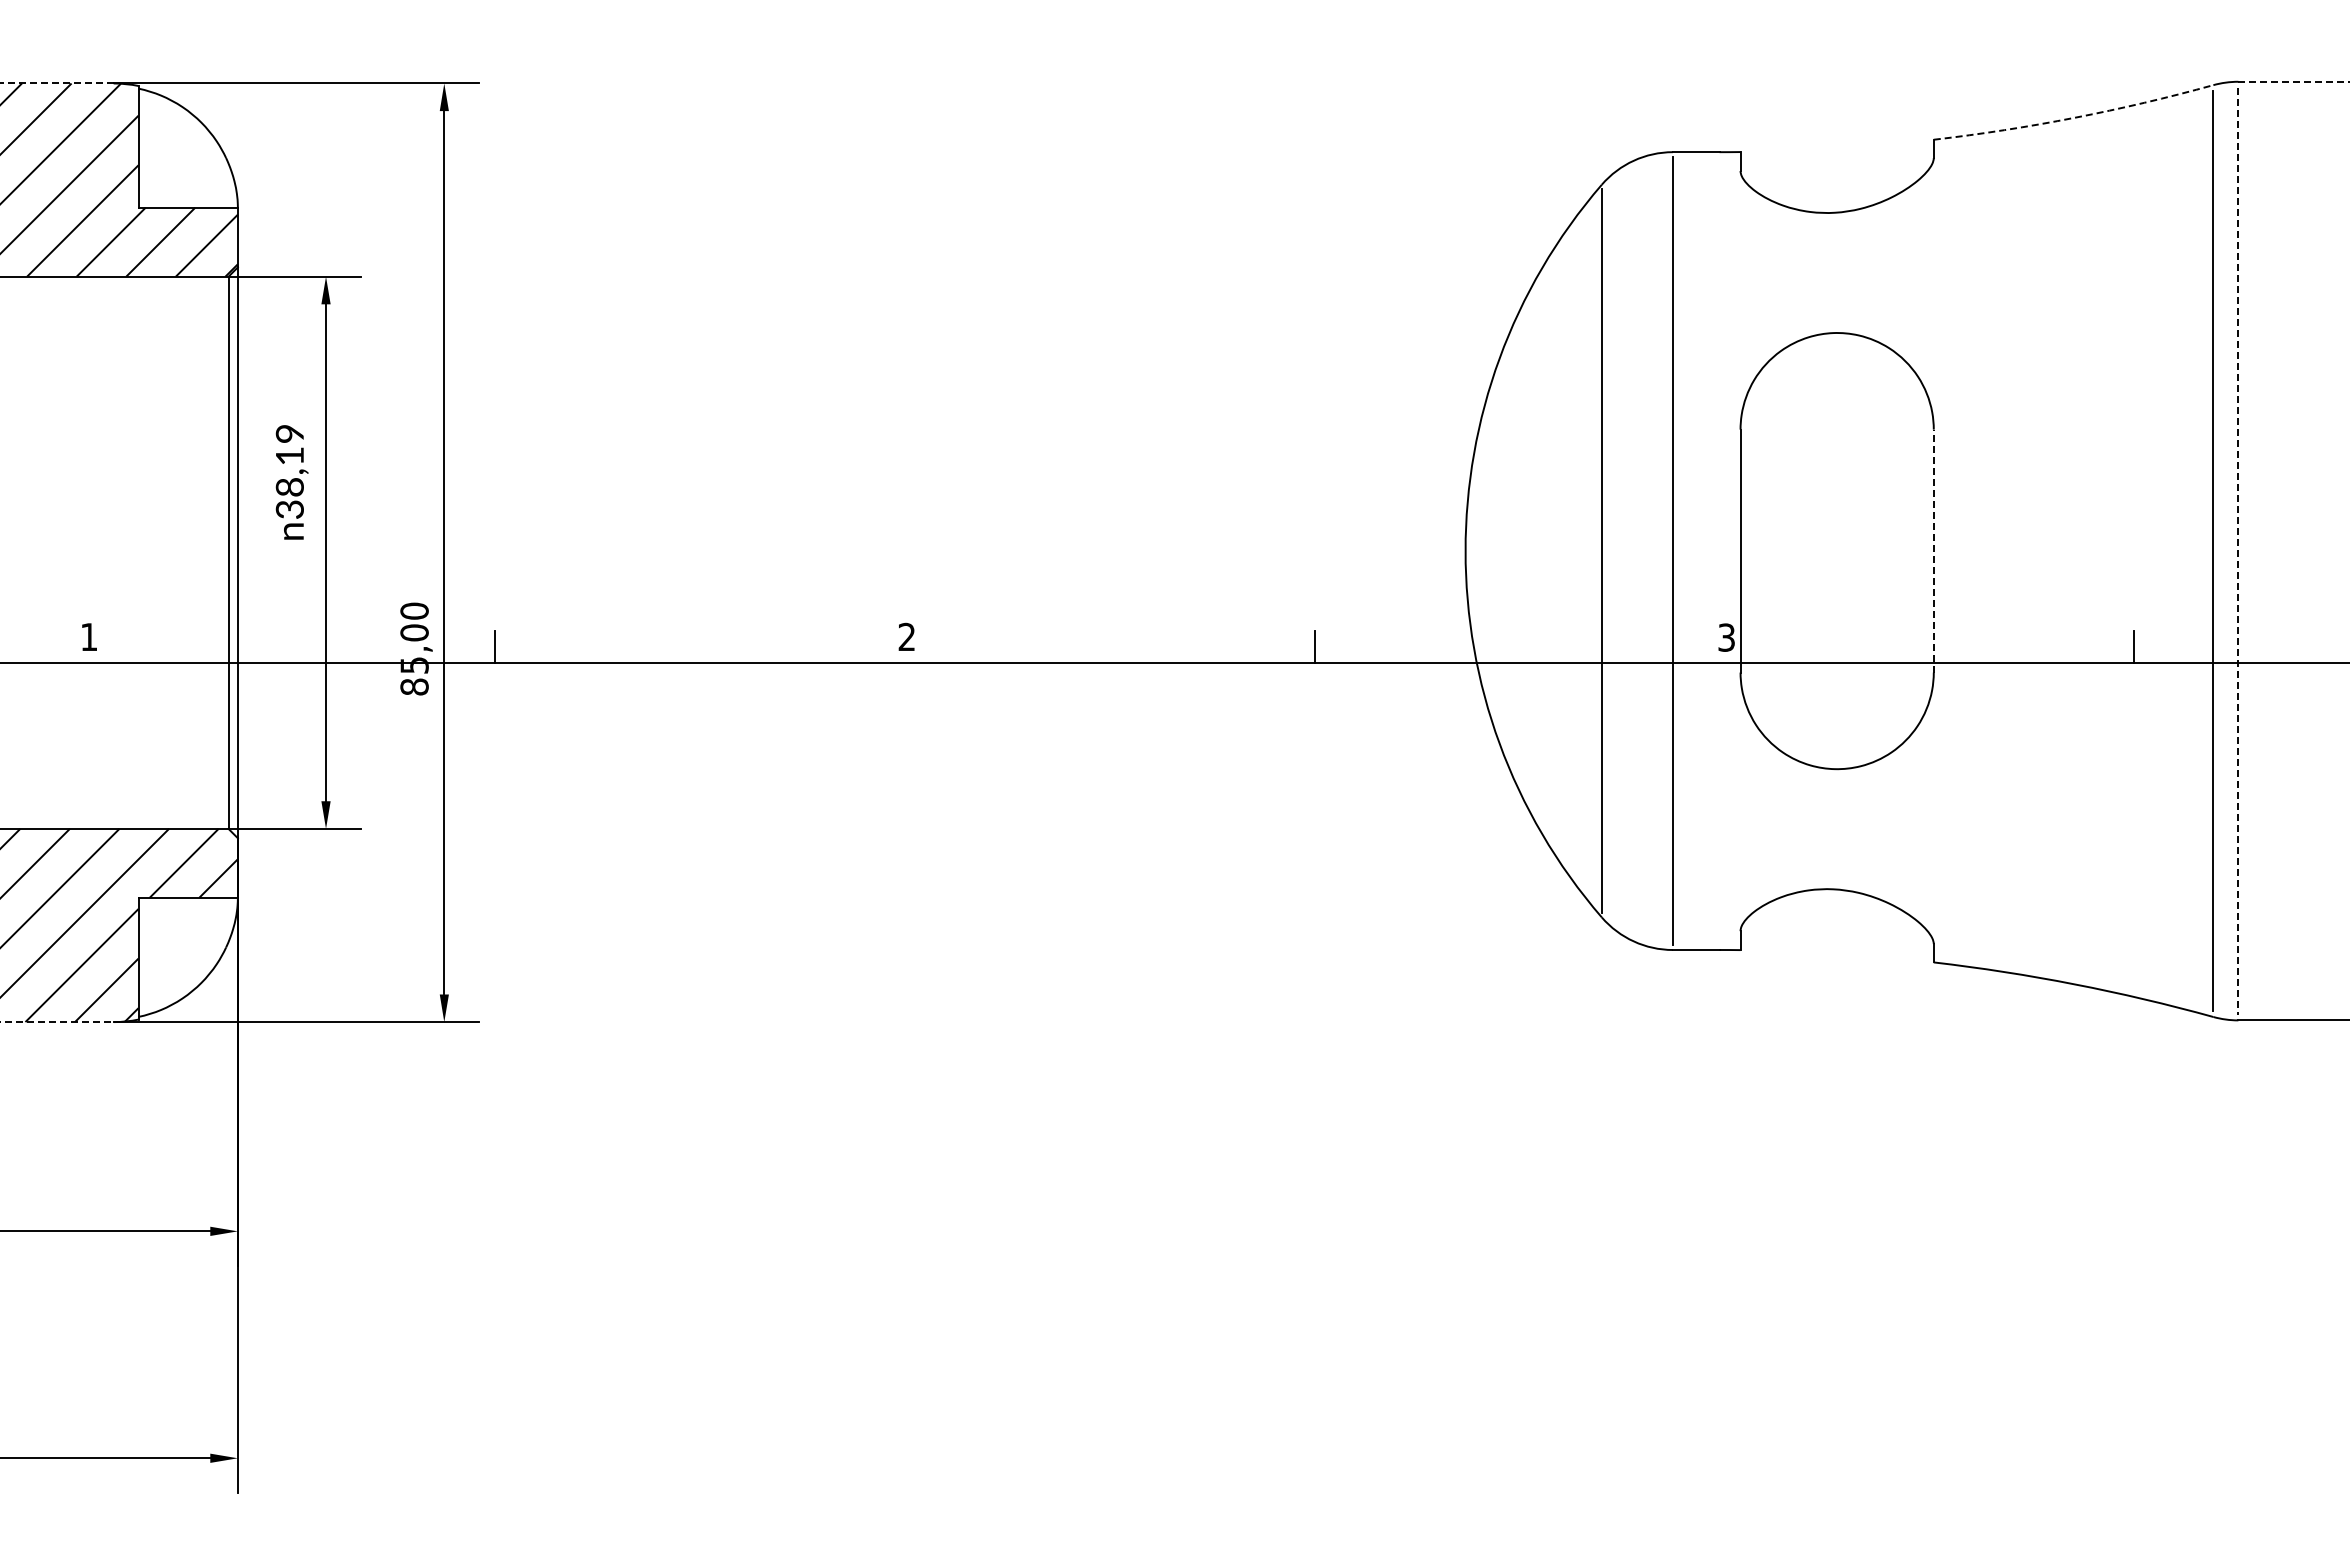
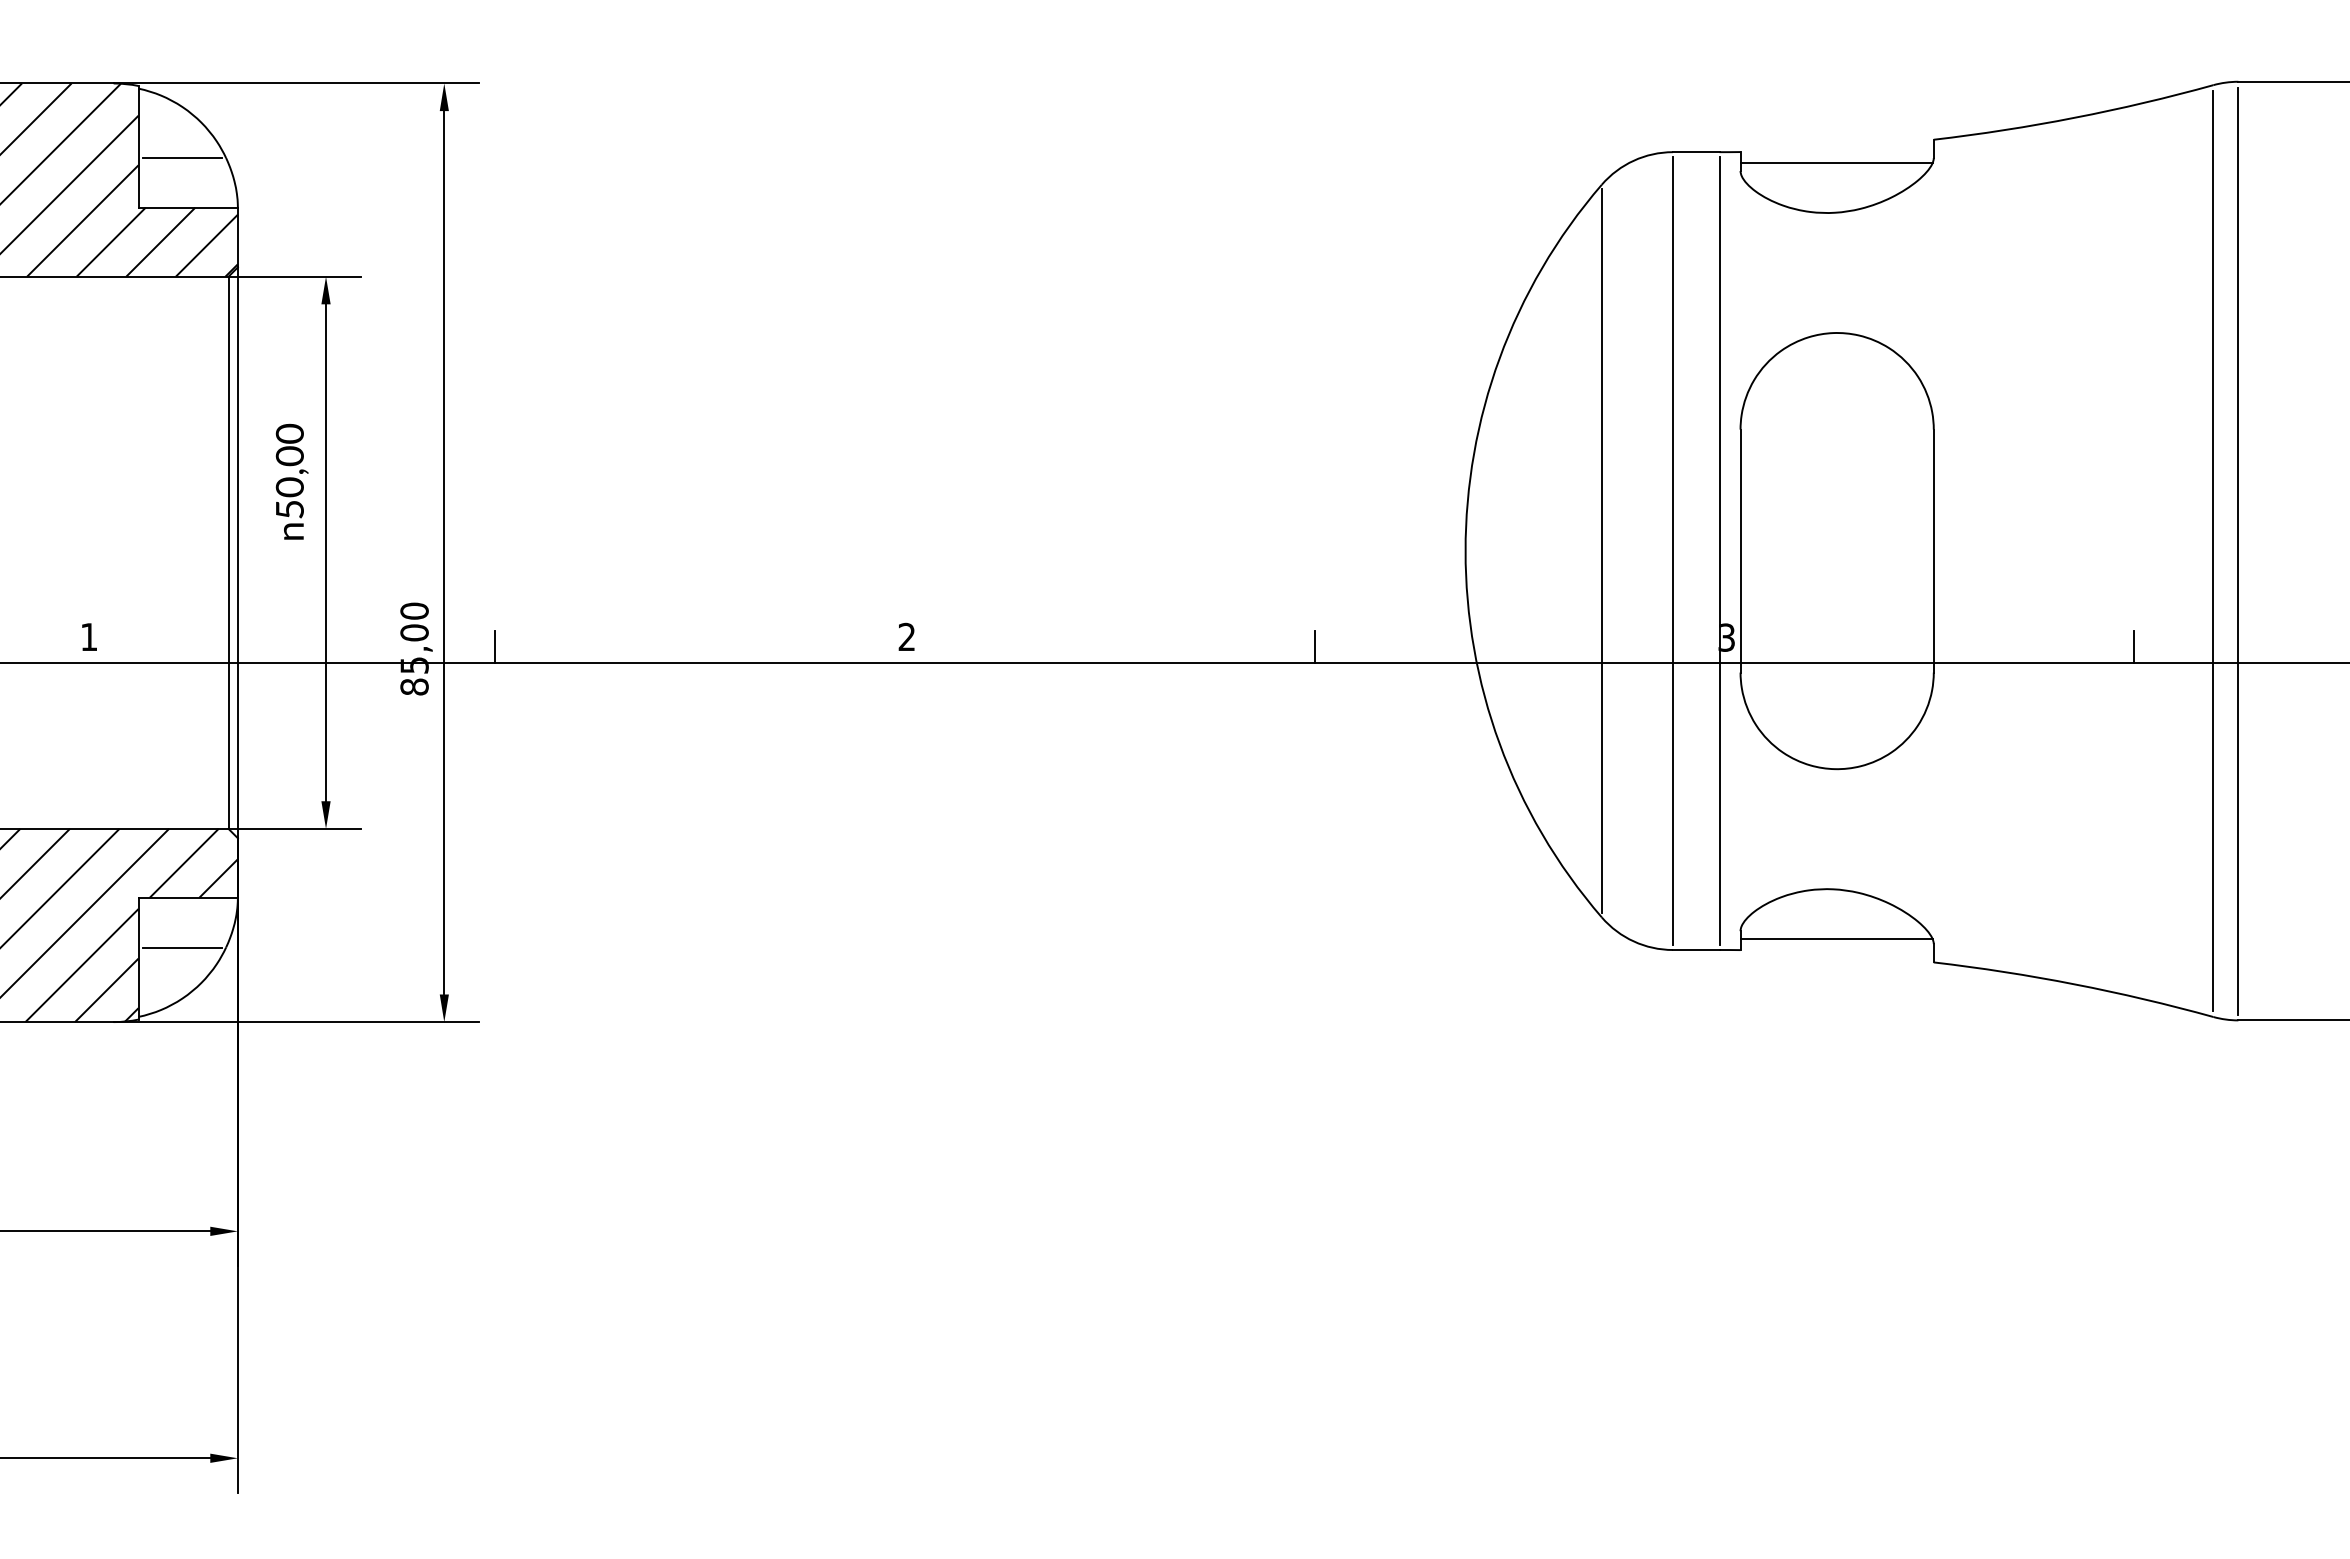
line at (2294, 81): dashed -> solid
line at (56, 83): dashed -> solid
arc at (2074, 117): dashed -> solid
line at (181, 158): none -> present
line at (1836, 163): none -> present
text at (289, 470): 38,19 -> 50,00
line at (1933, 550): dashed -> solid
line at (1719, 551): none -> present
line at (2238, 551): dashed -> solid
line at (1836, 938): none -> present
line at (181, 947): none -> present
line at (56, 1022): dashed -> solid
